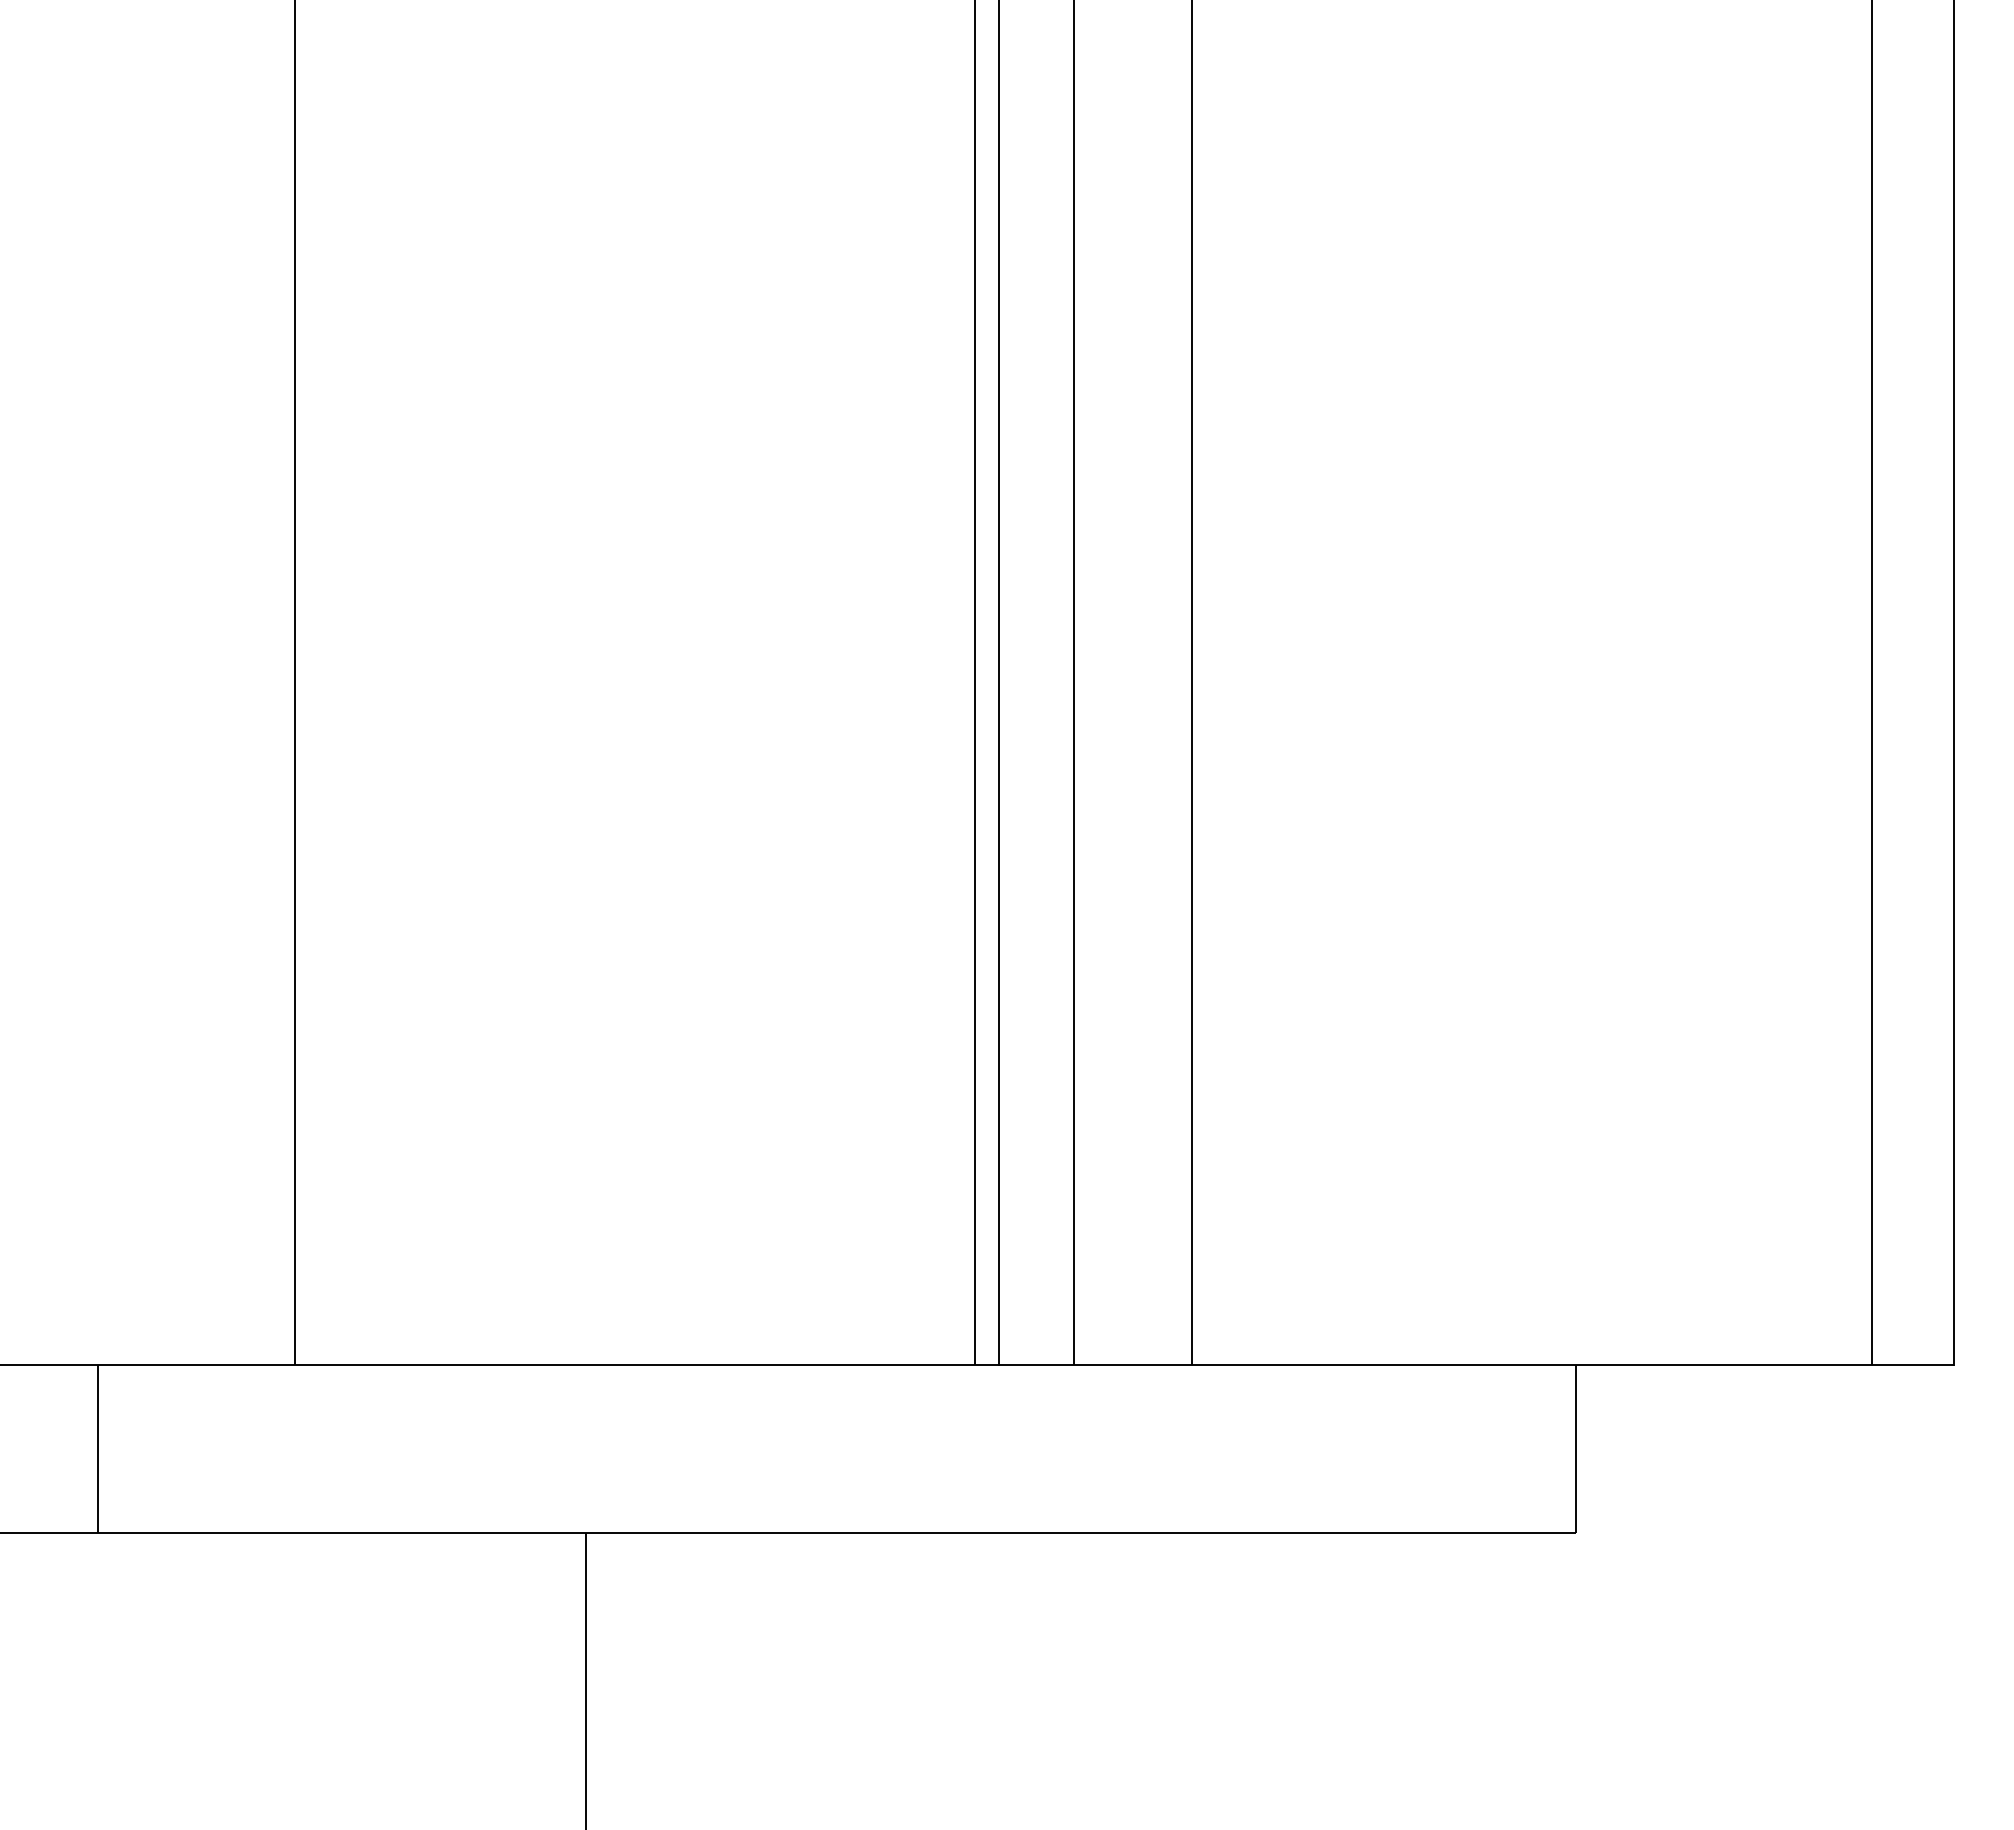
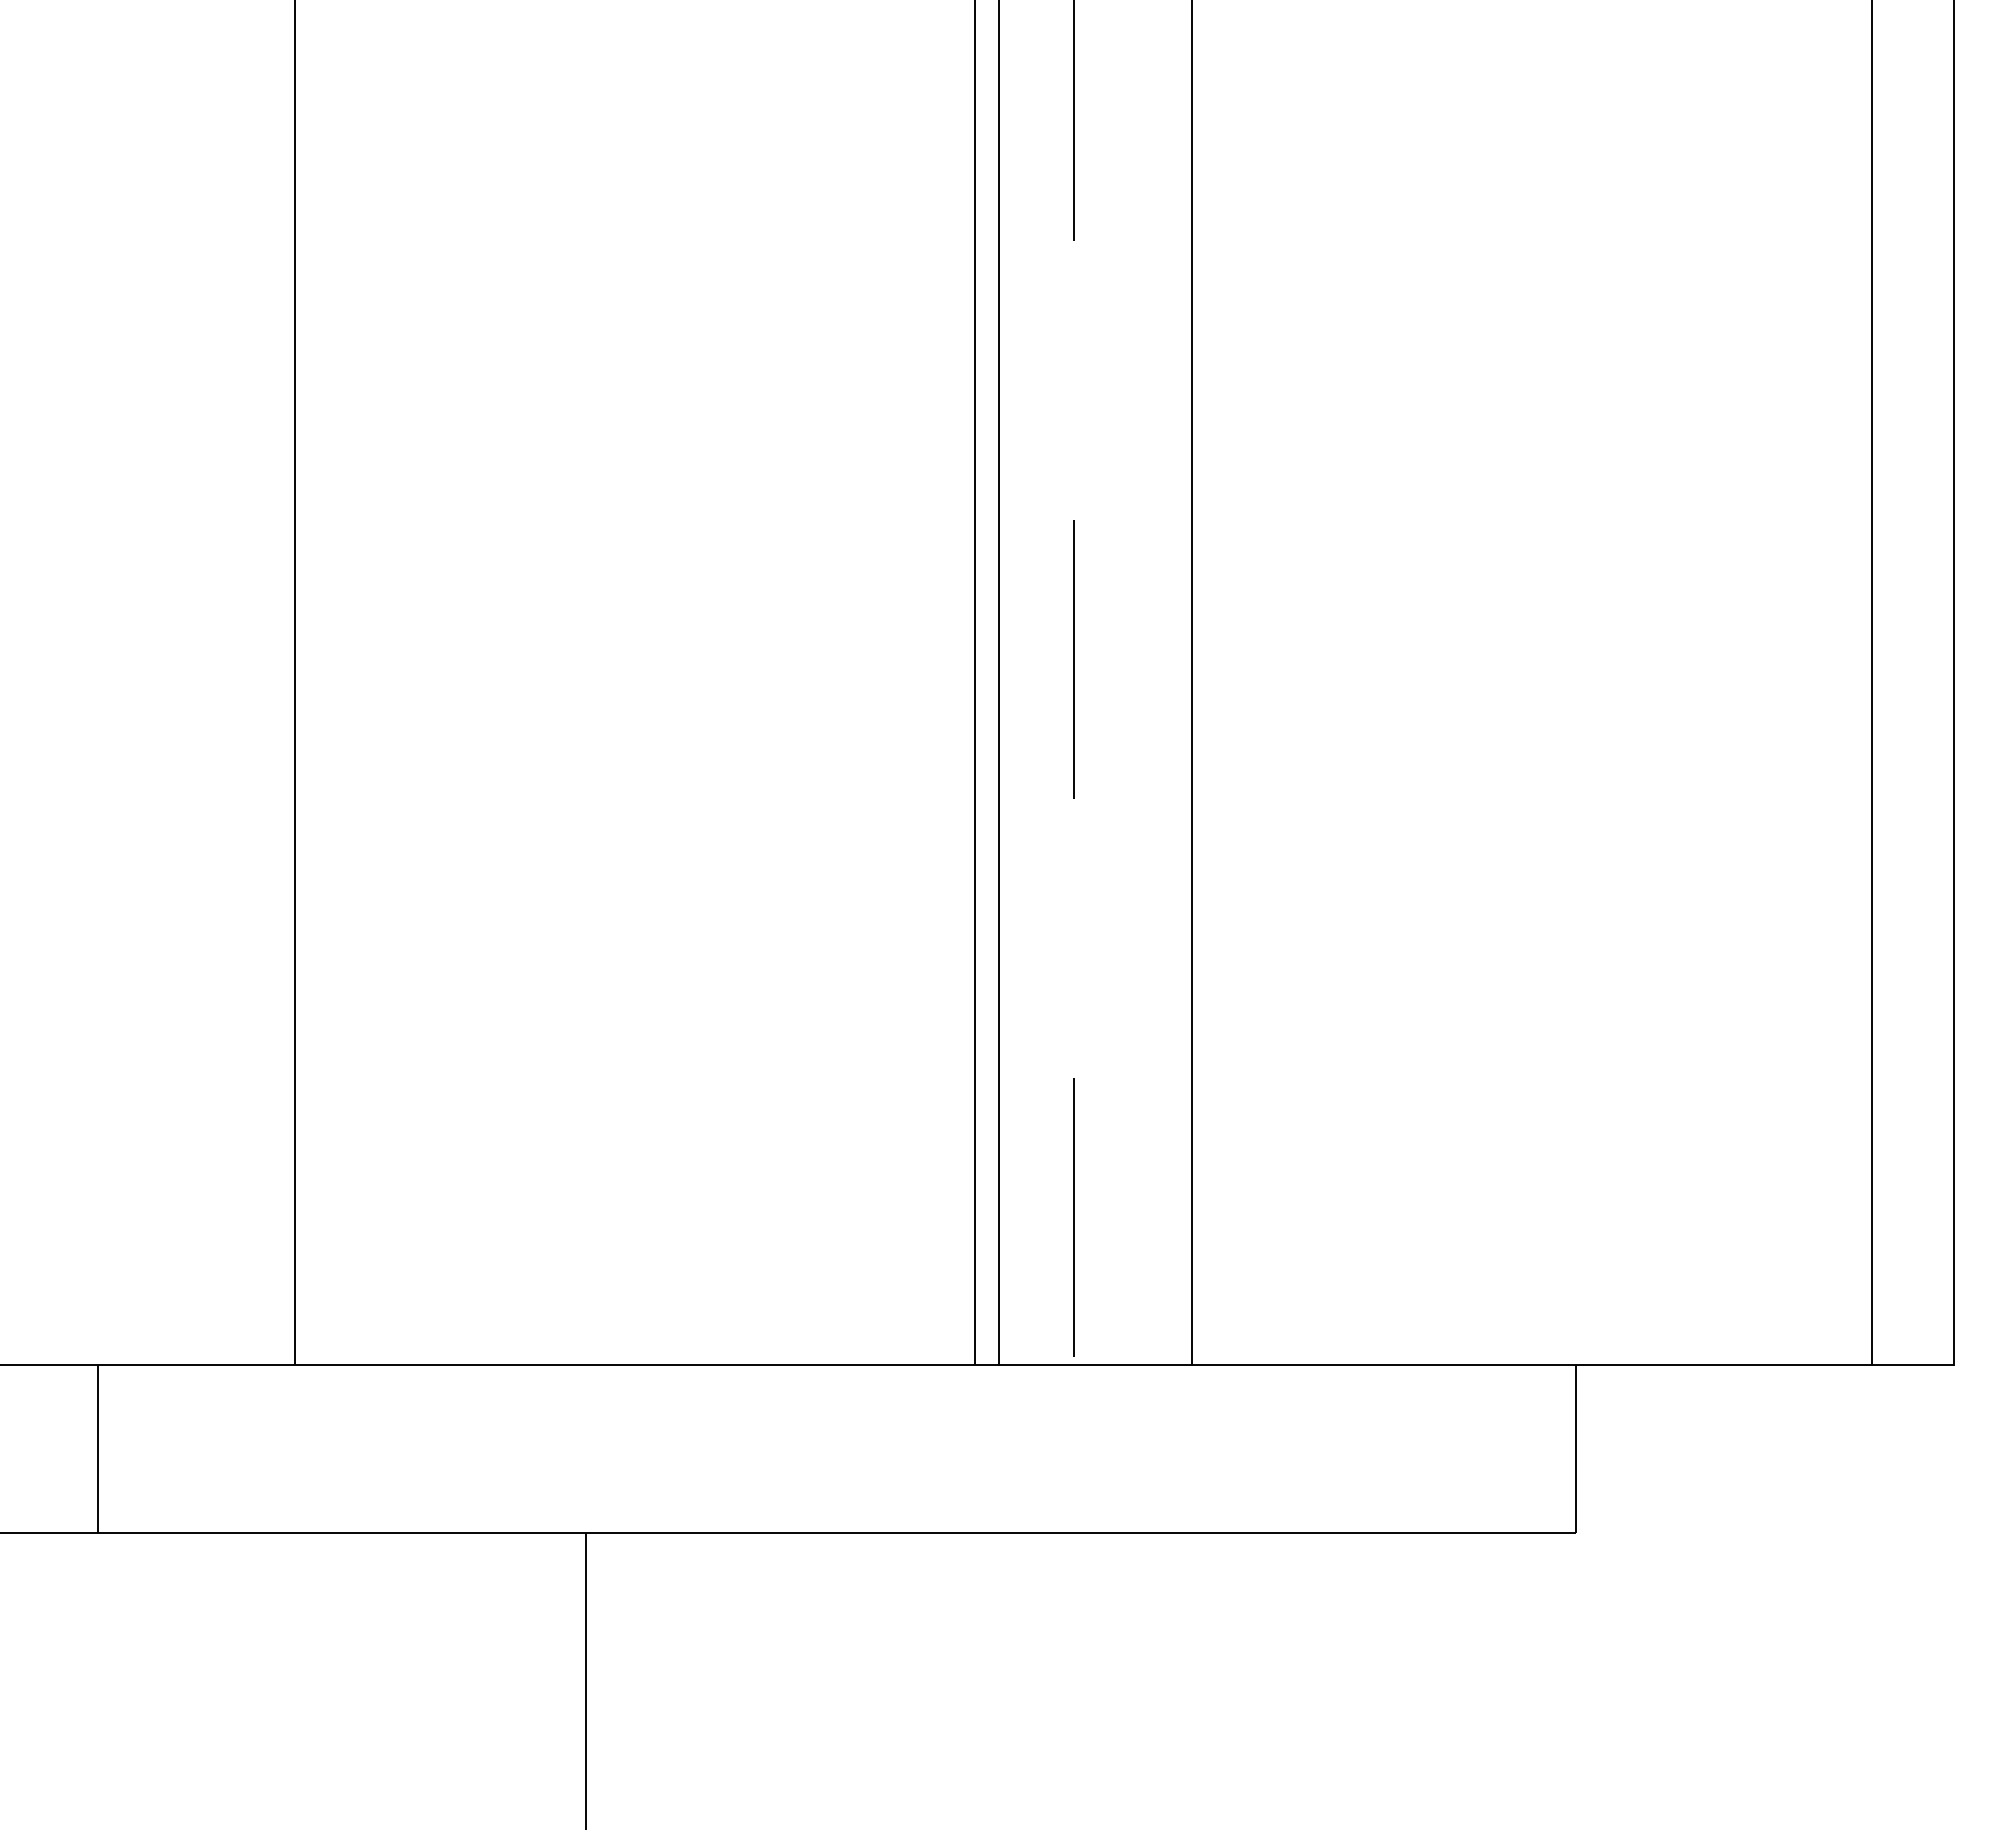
line at (1073, 683): solid -> dashed
